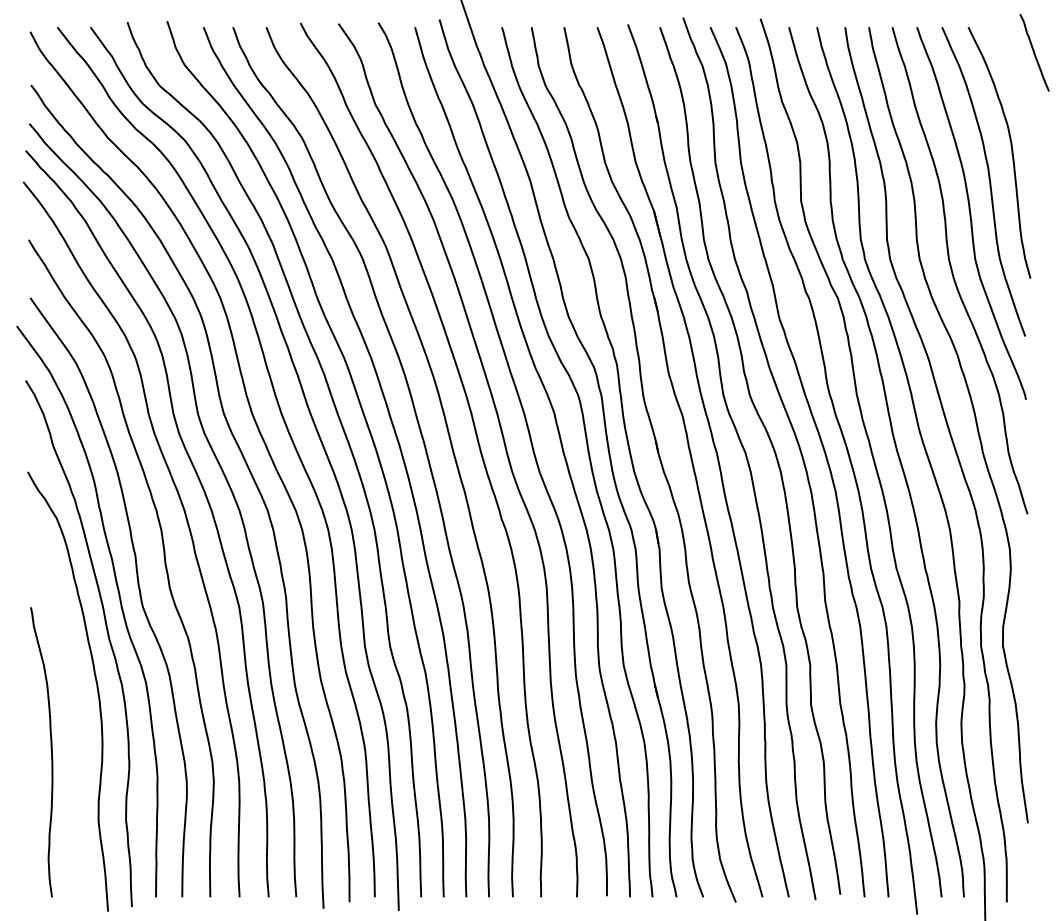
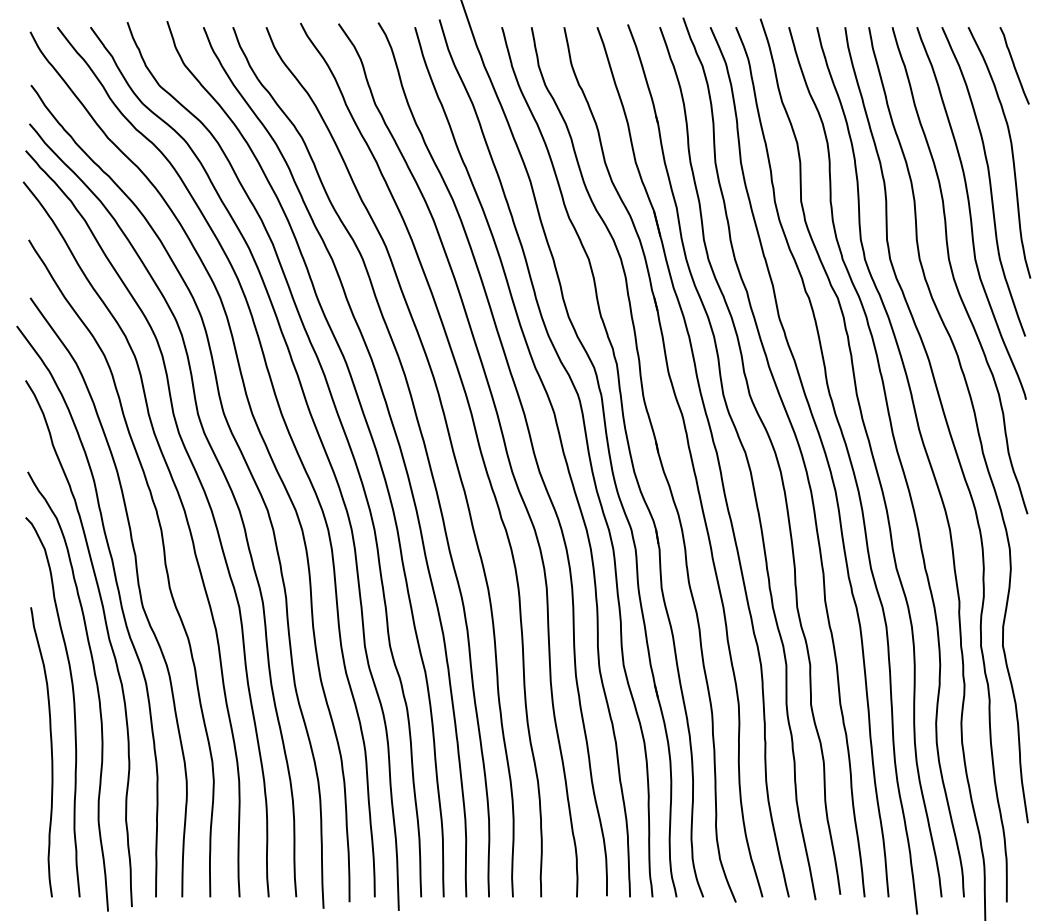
line at (1034, 52) position: (1034, 52) -> (1014, 65)
curve at (73, 707): none -> present
